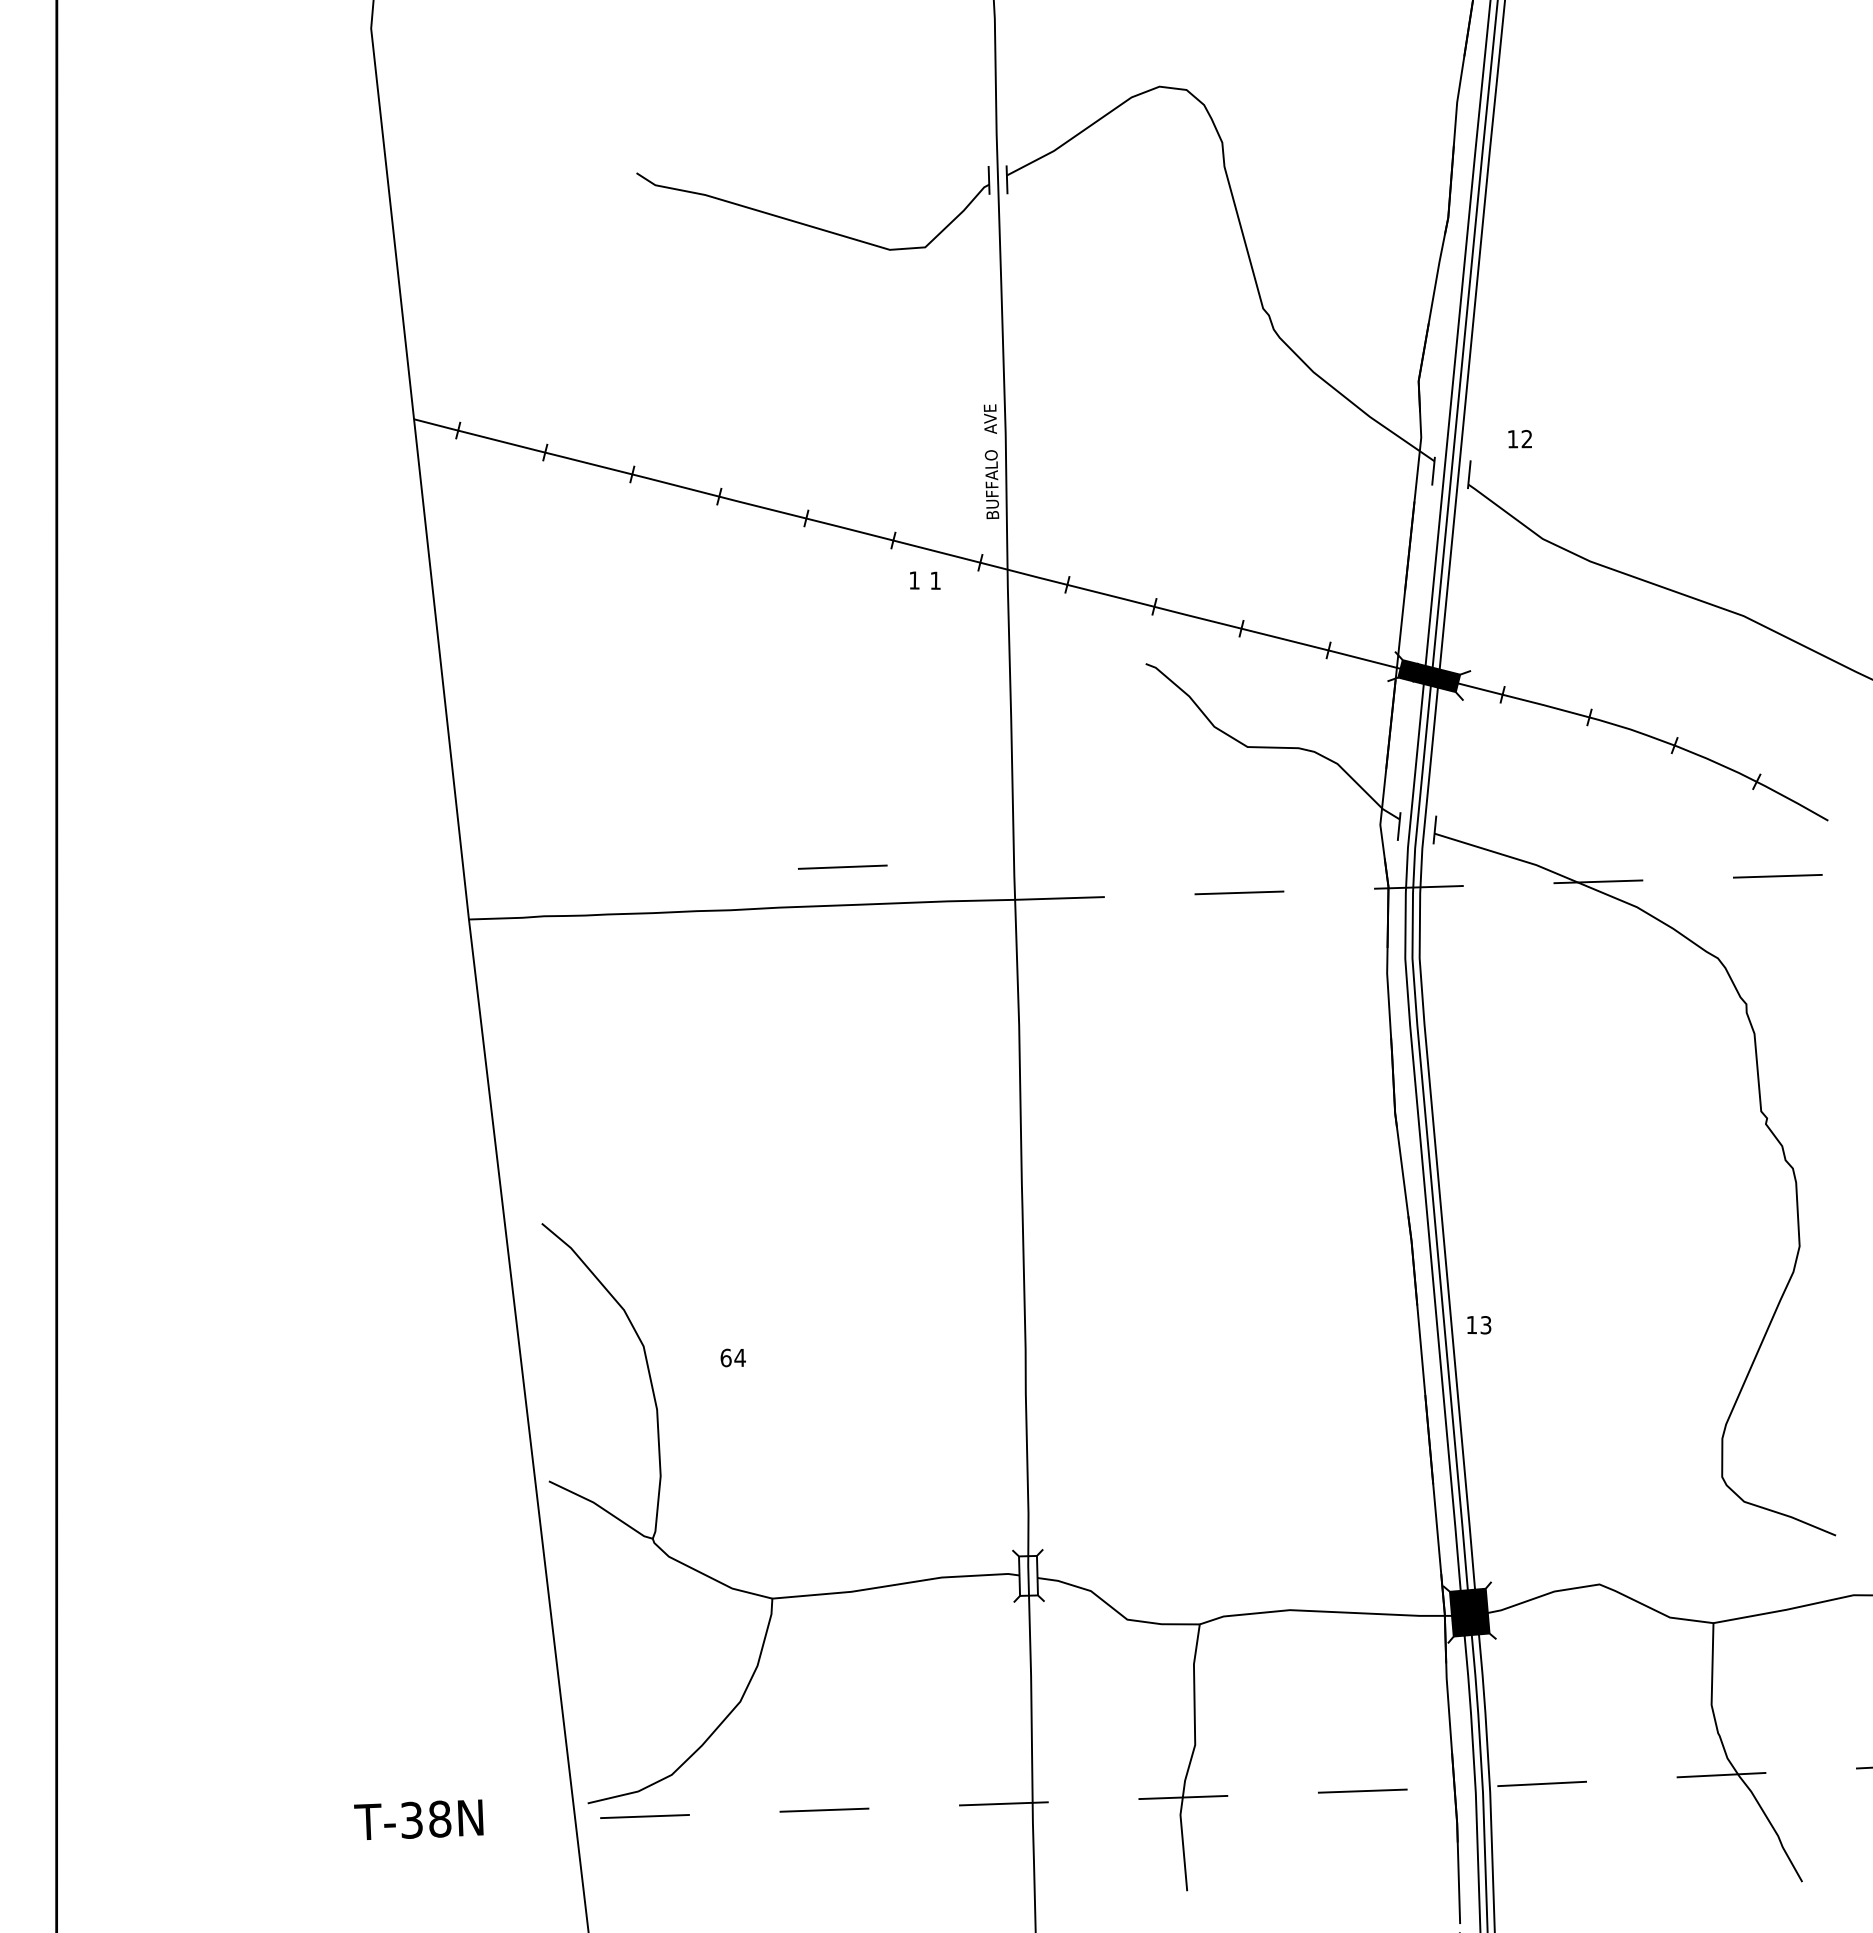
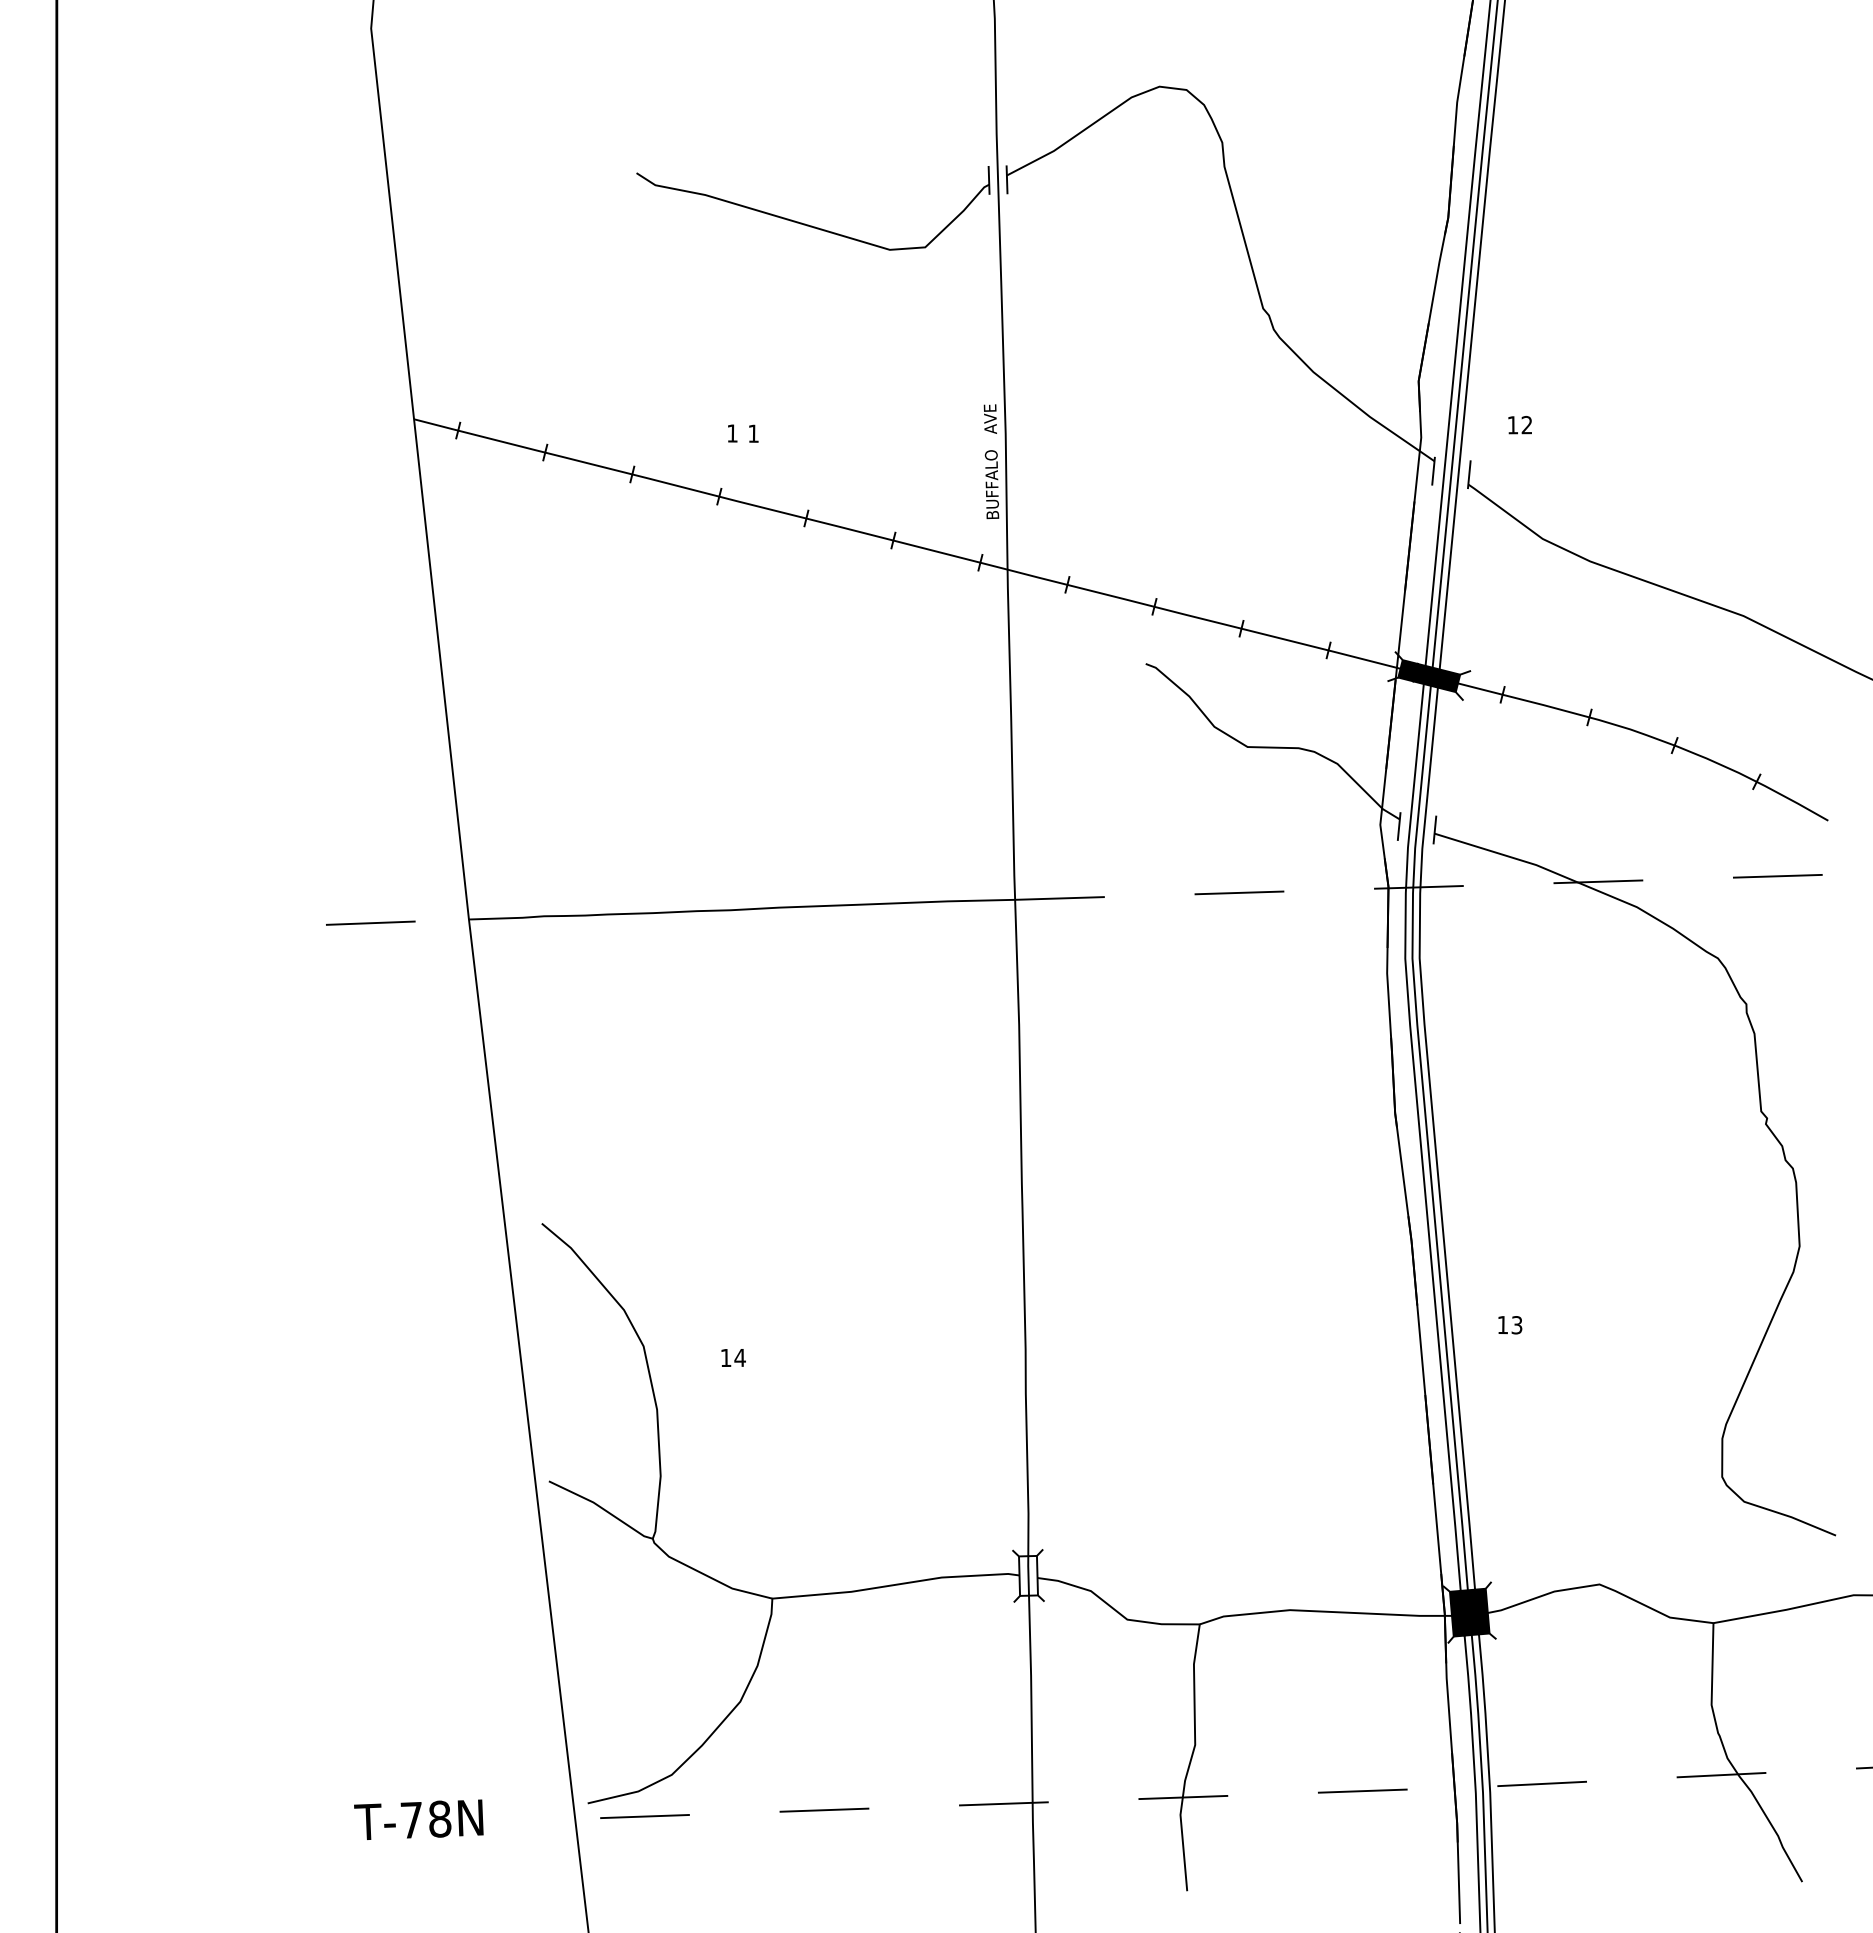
text at (1519, 439) position: (1519, 439) -> (1519, 425)
text at (925, 580) position: (925, 580) -> (743, 433)
line at (842, 866) position: (842, 866) -> (370, 922)
text at (1479, 1325) position: (1479, 1325) -> (1510, 1325)
text at (725, 1357): 64 -> 14
text at (411, 1819): T-38N -> T-78N
